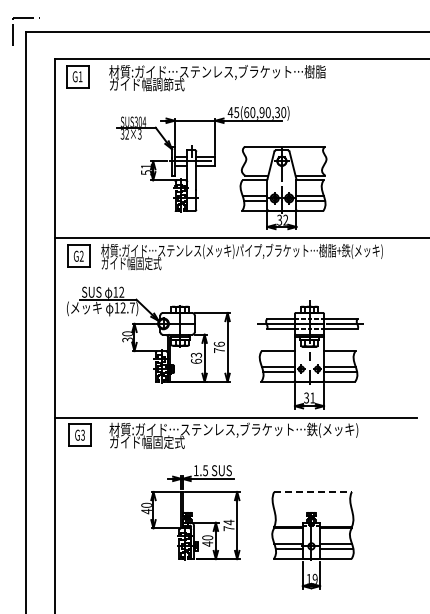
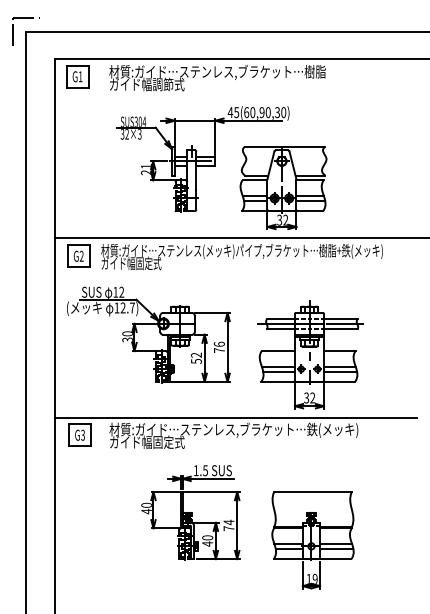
text at (146, 172): 51 -> 21
text at (196, 357): 63 -> 52
text at (312, 397): 31 -> 32
line at (313, 491): dashed -> solid
